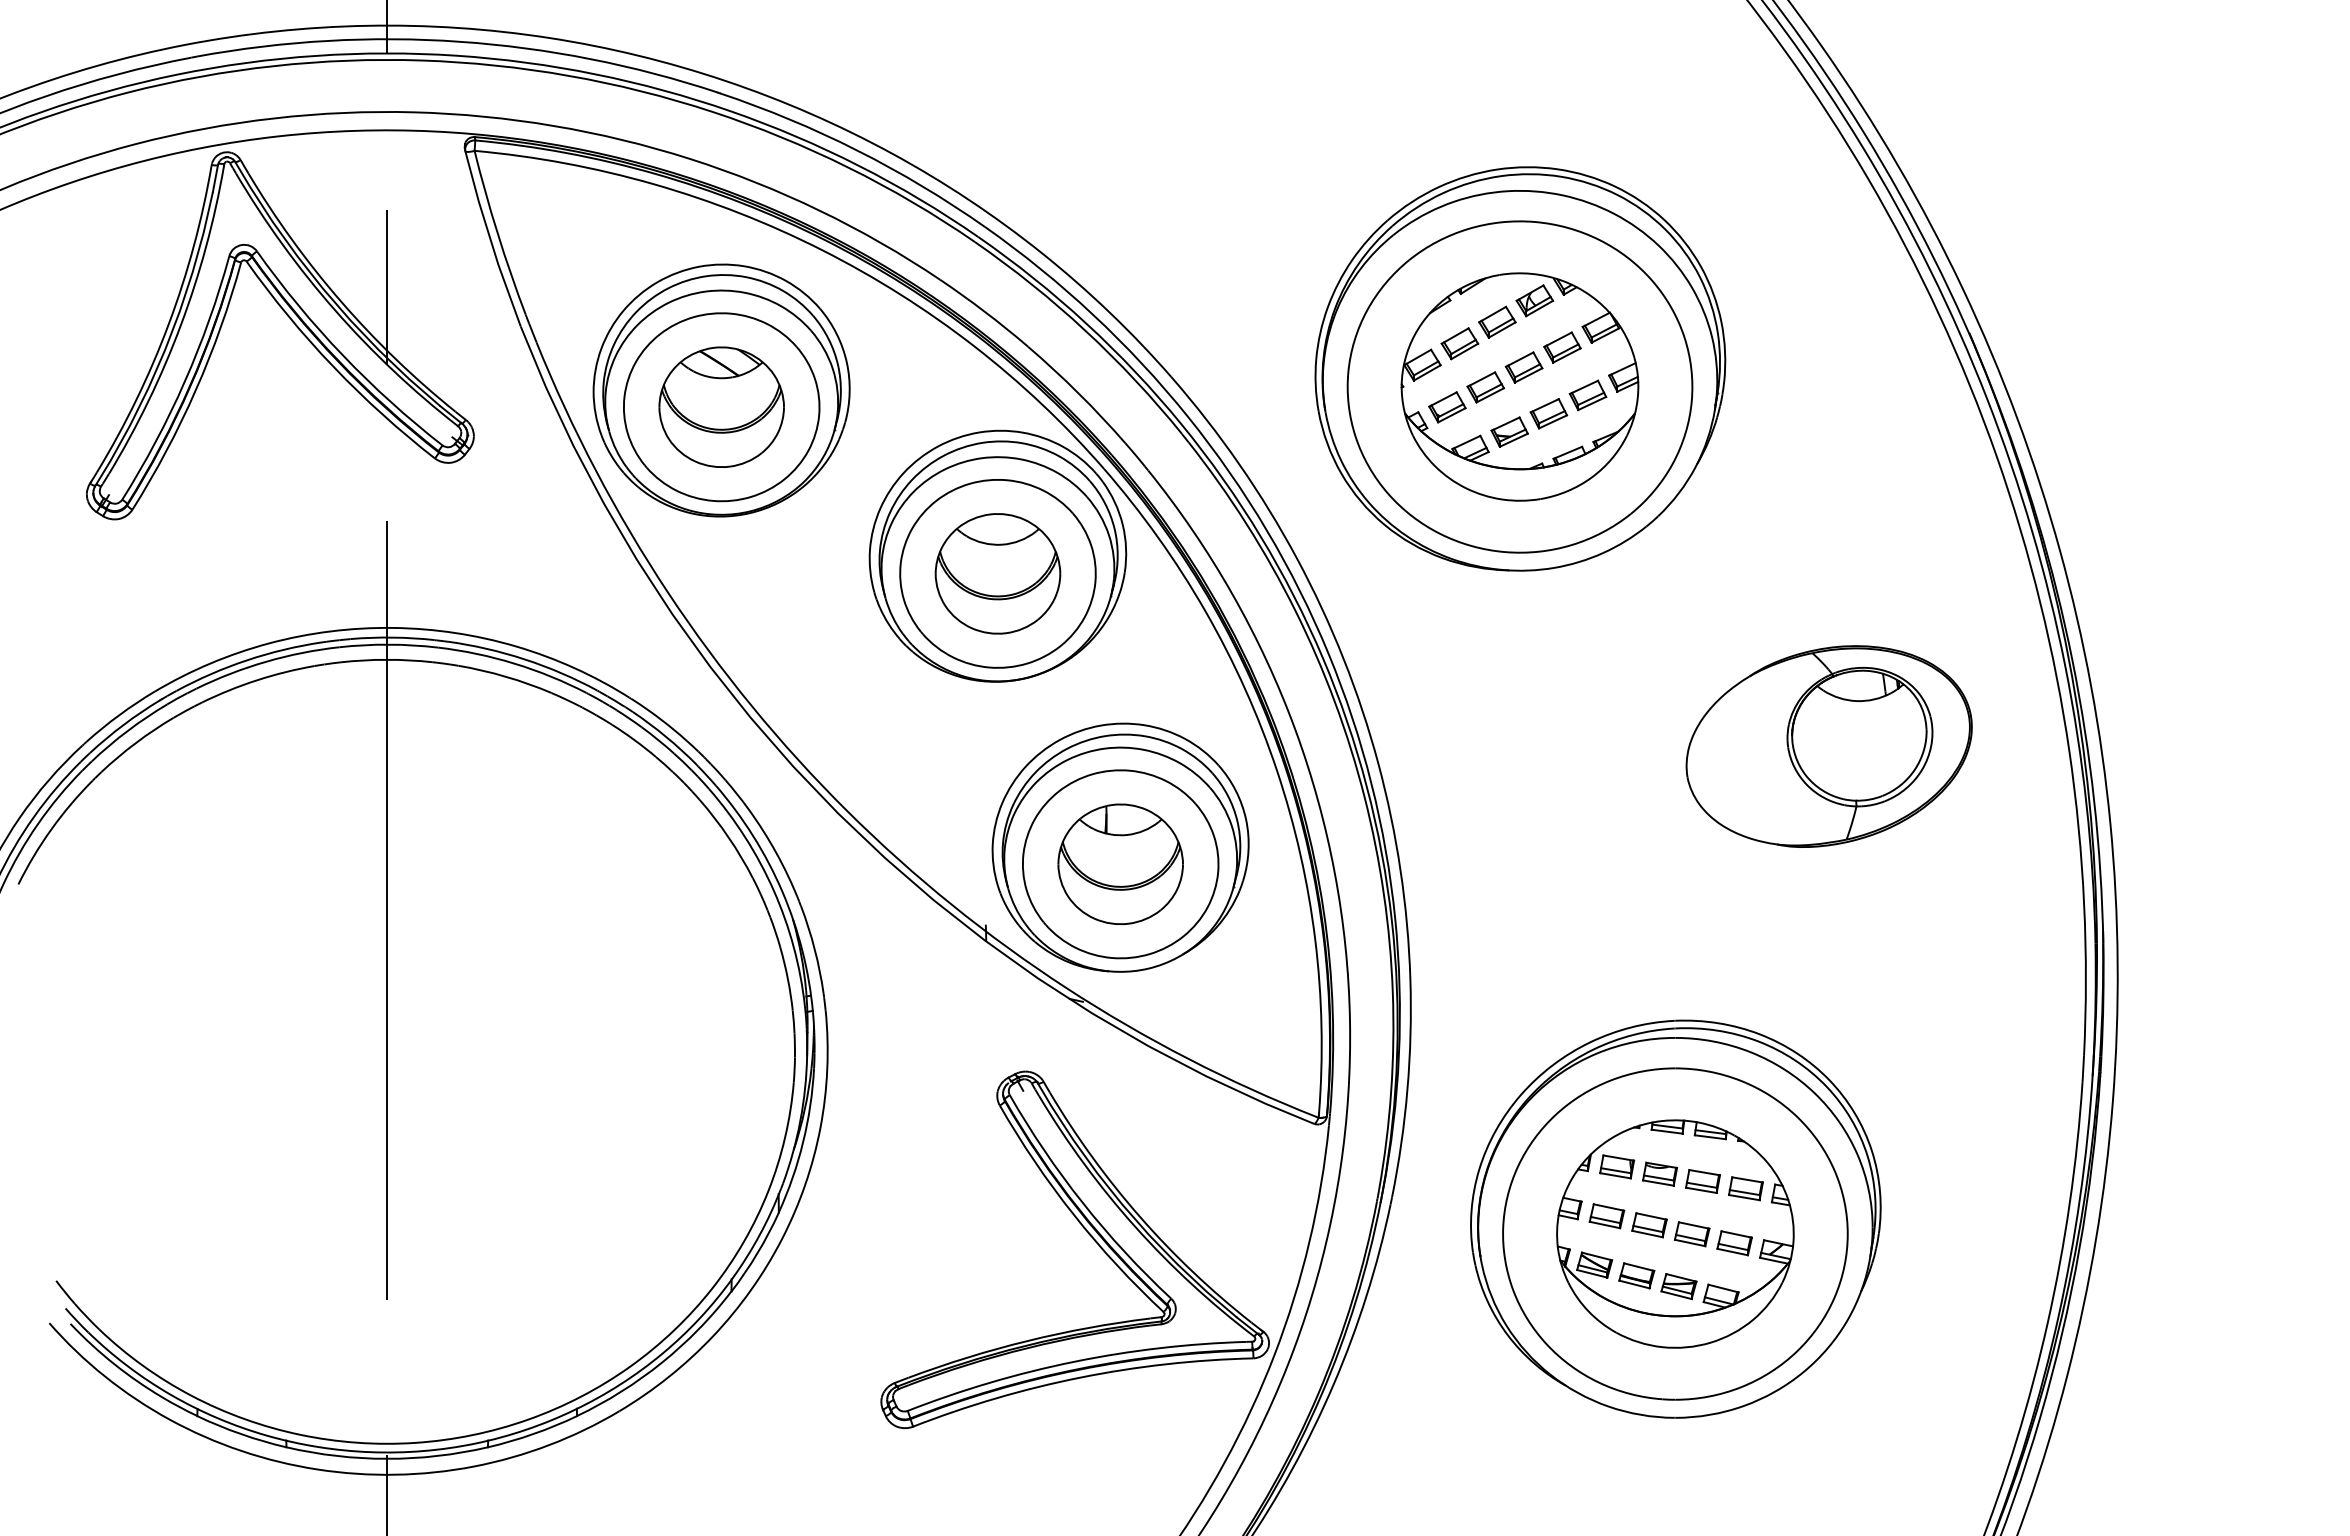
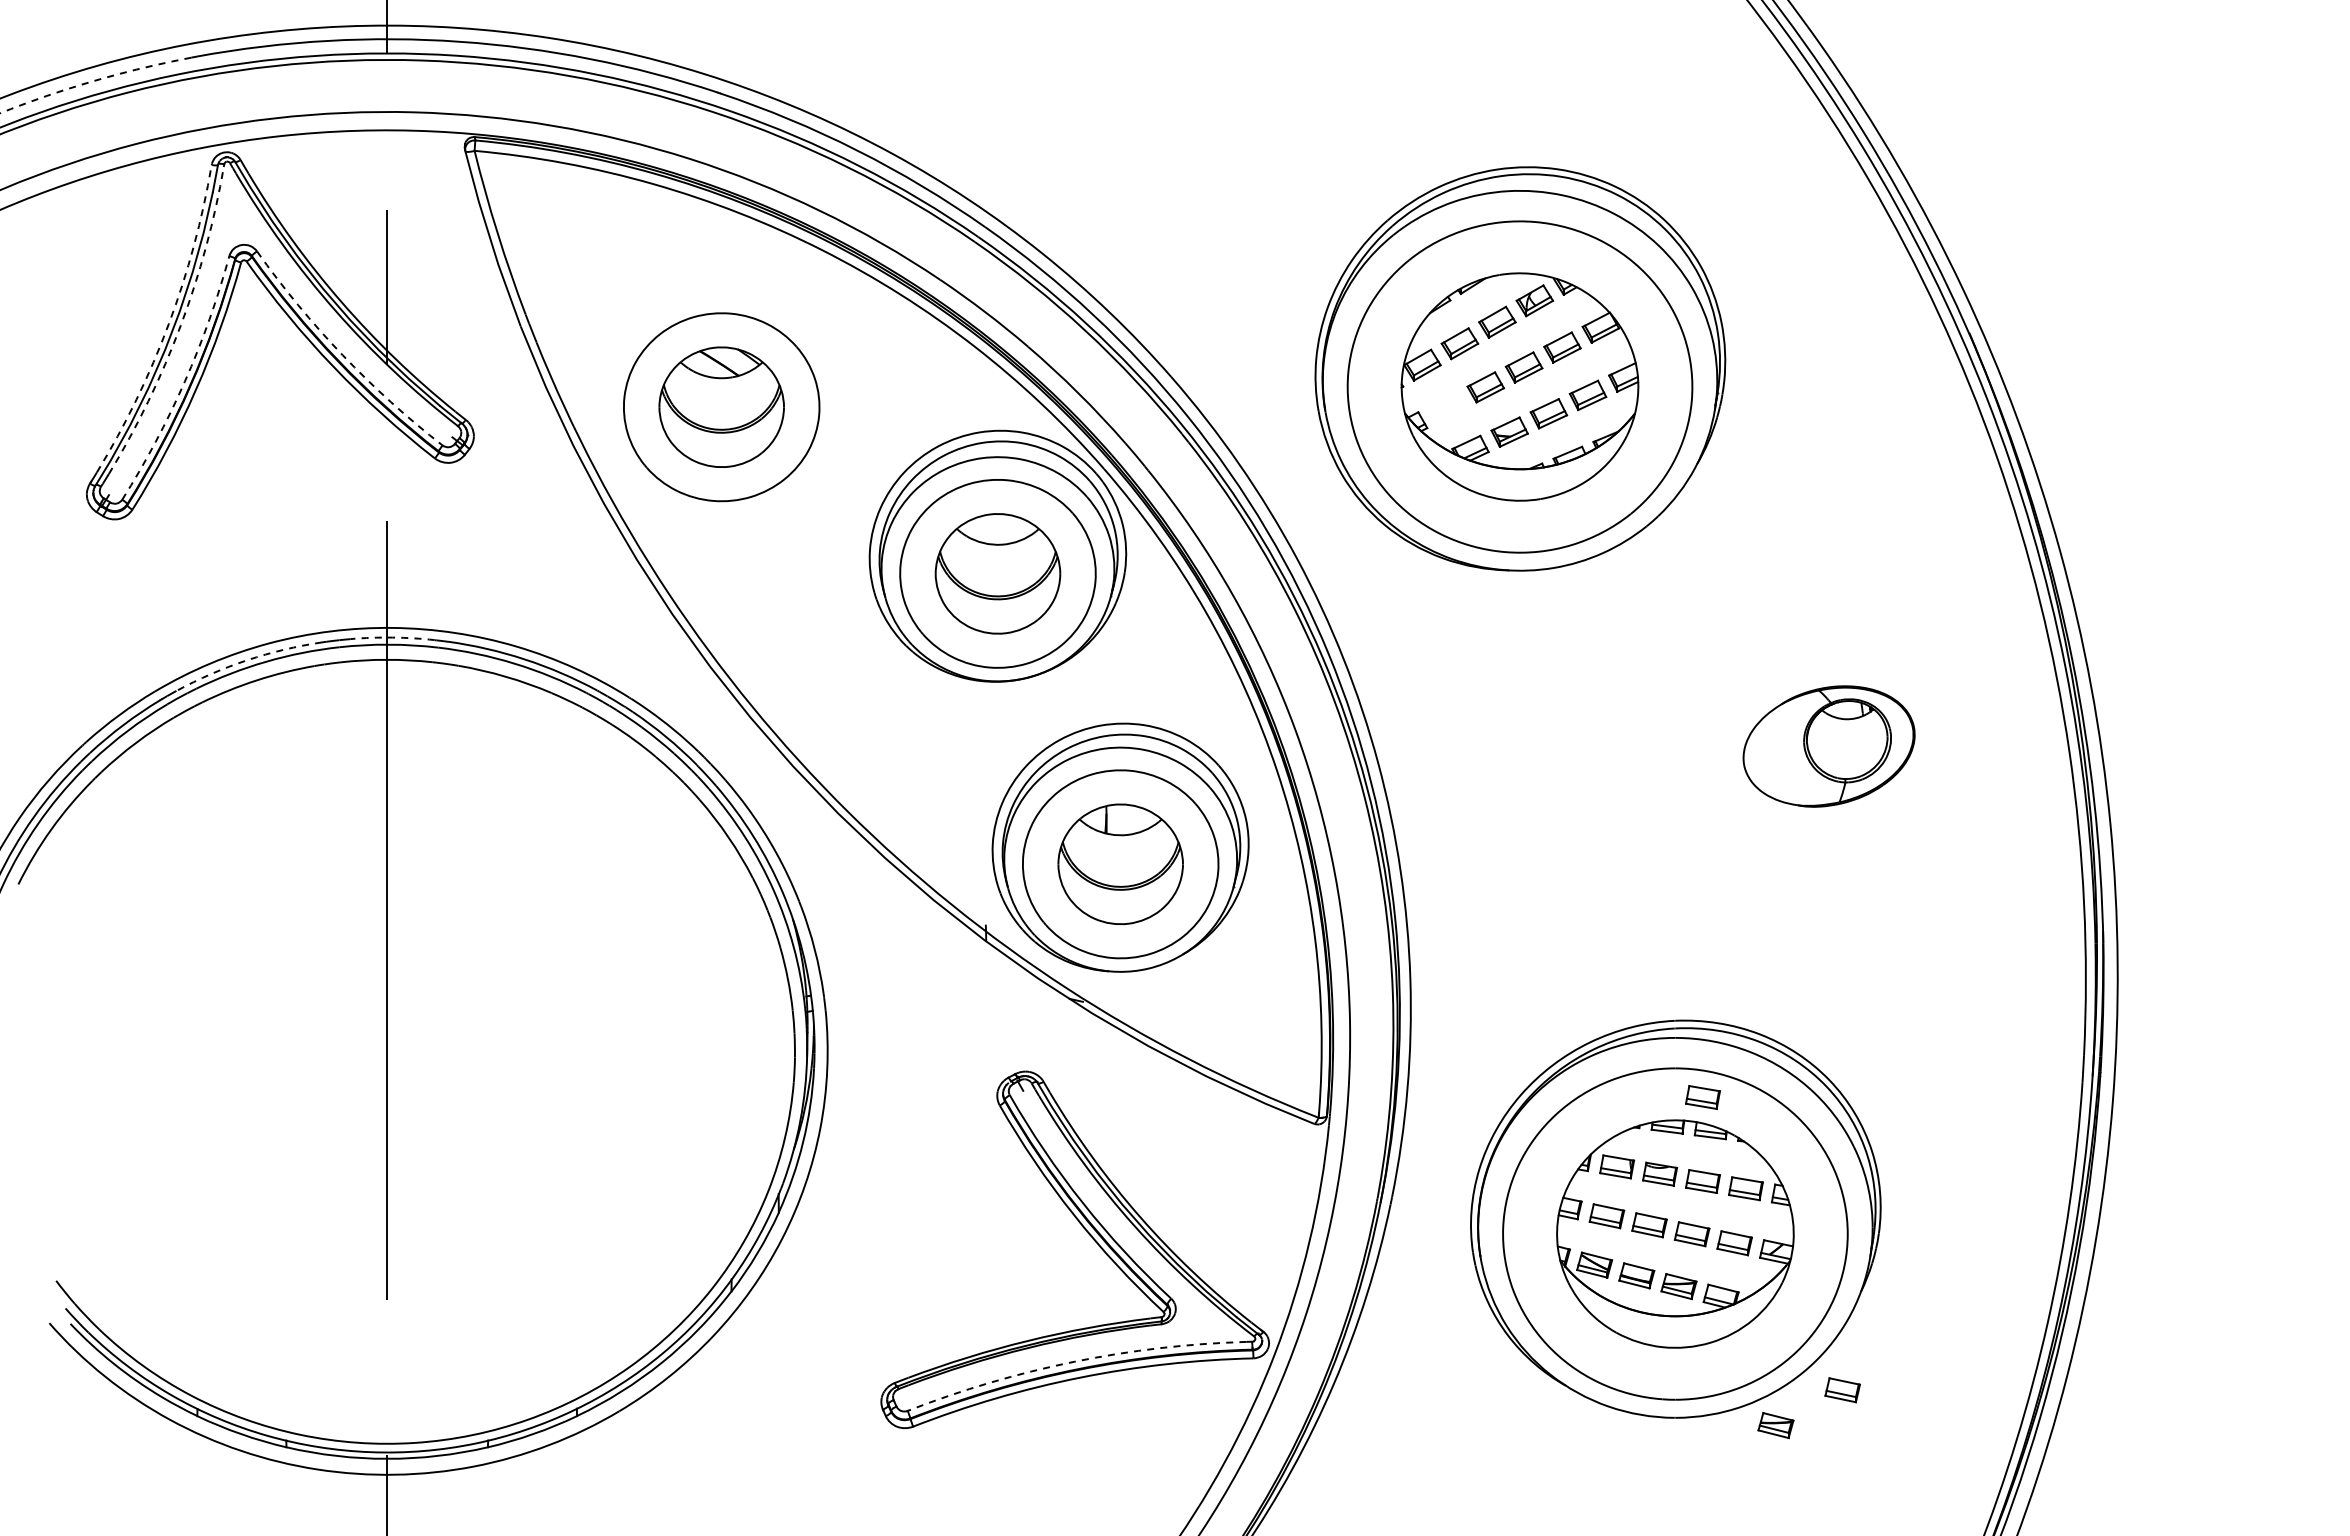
arc at (94, 80): solid -> dashed
arc at (168, 324): solid -> dashed
arc at (180, 325): solid -> dashed
arc at (342, 355): solid -> dashed
arc at (184, 381): solid -> dashed
part at (721, 390): present -> none
part at (1447, 407): present -> none
arc at (392, 637): solid -> dashed
arc at (247, 660): solid -> dashed
part at (1828, 746) size: 288x203 px -> 174x123 px
part at (1702, 1097): none -> present
arc at (1074, 1361): solid -> dashed
part at (1842, 1390): none -> present
part at (1775, 1425): none -> present
